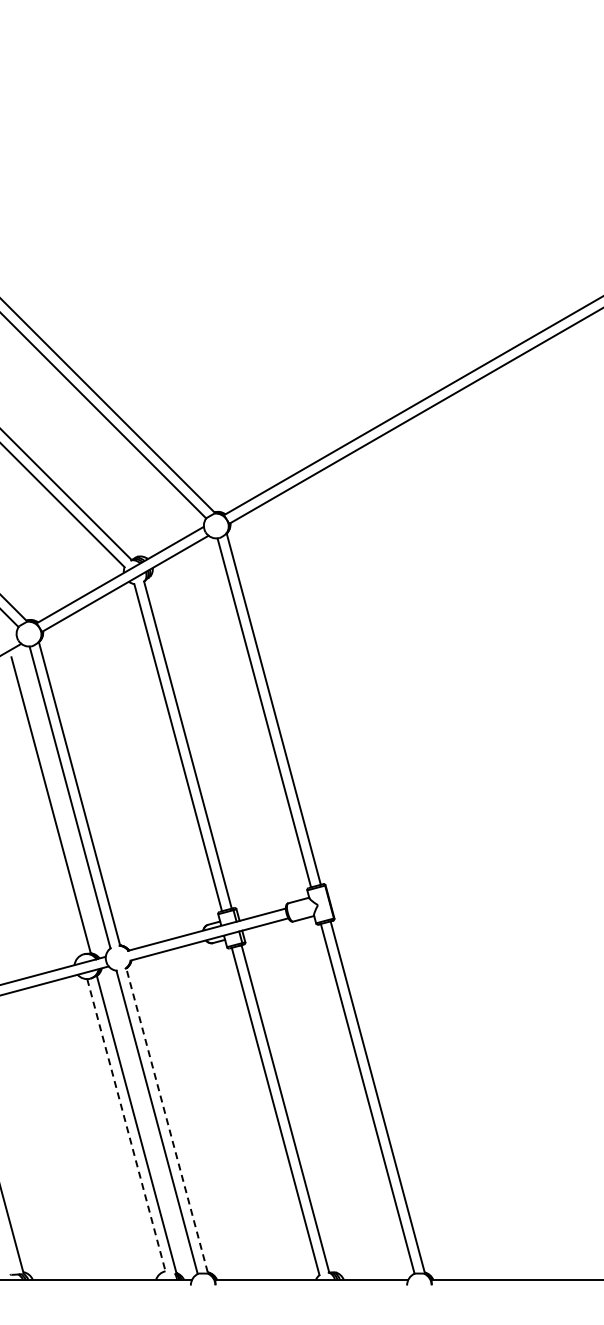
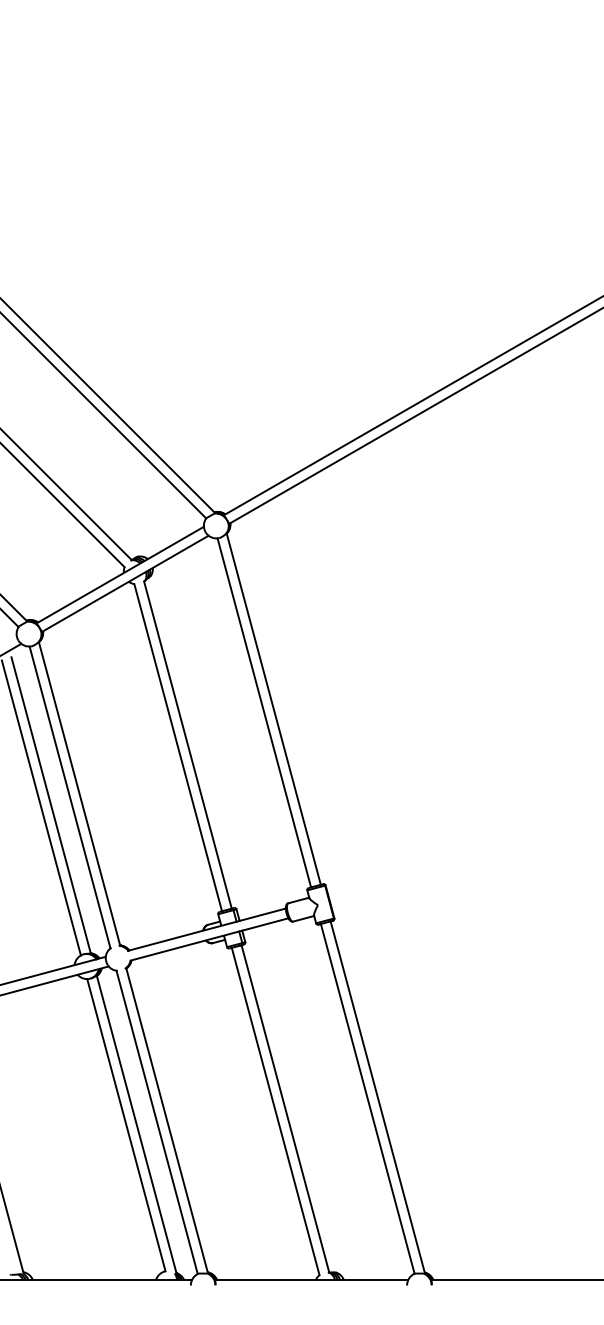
line at (41, 808): none -> present
line at (166, 1119): dashed -> solid
line at (126, 1125): dashed -> solid
